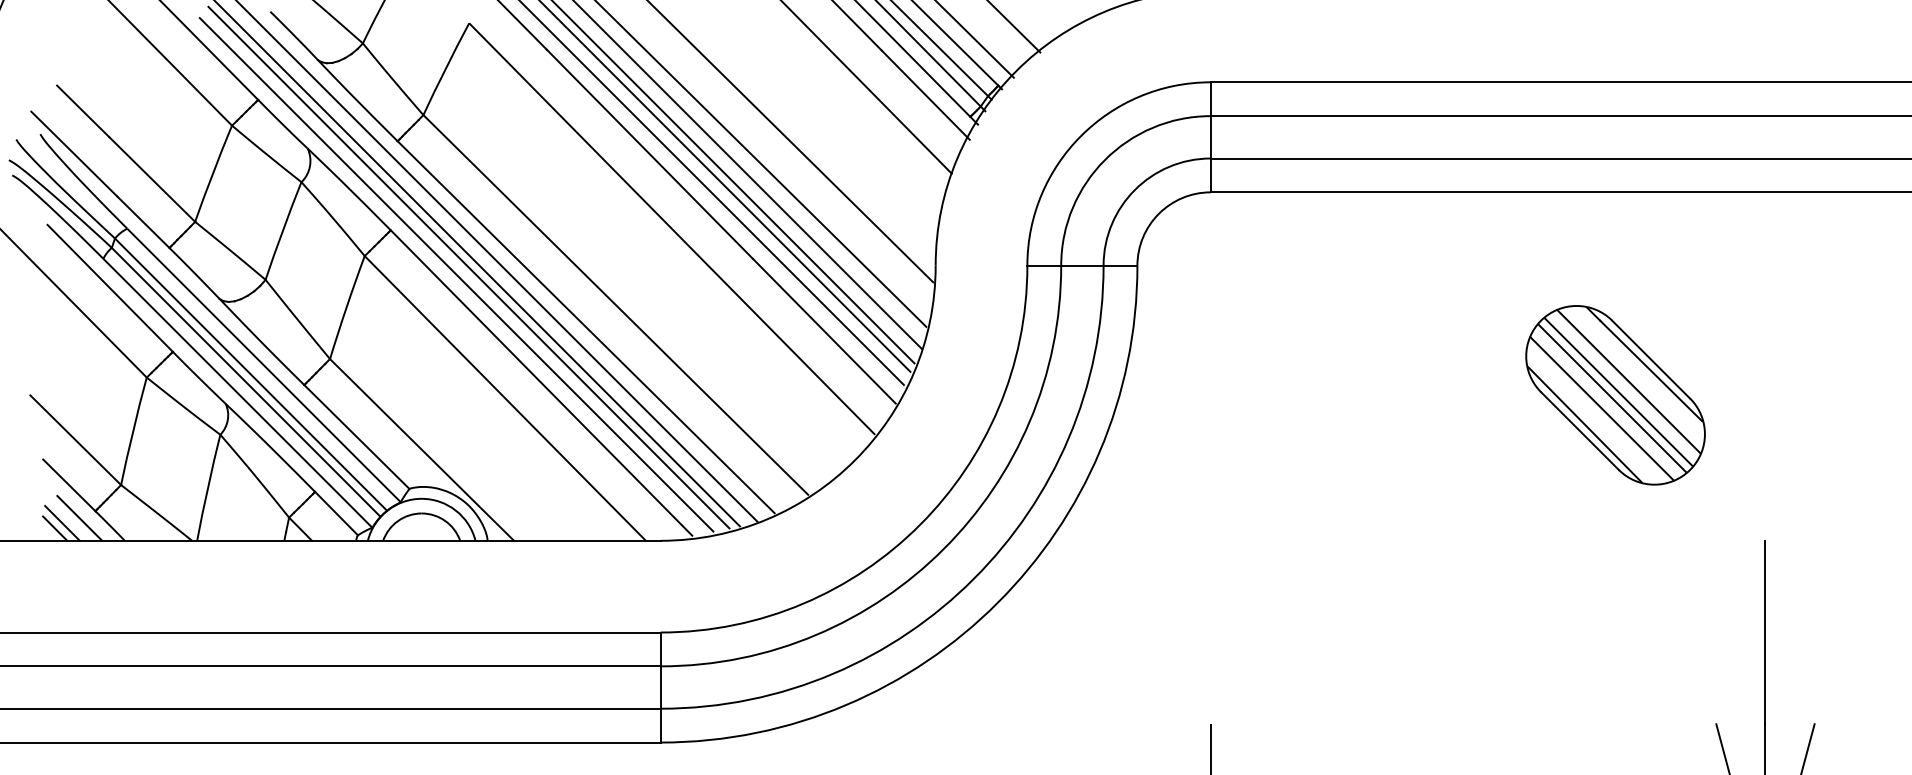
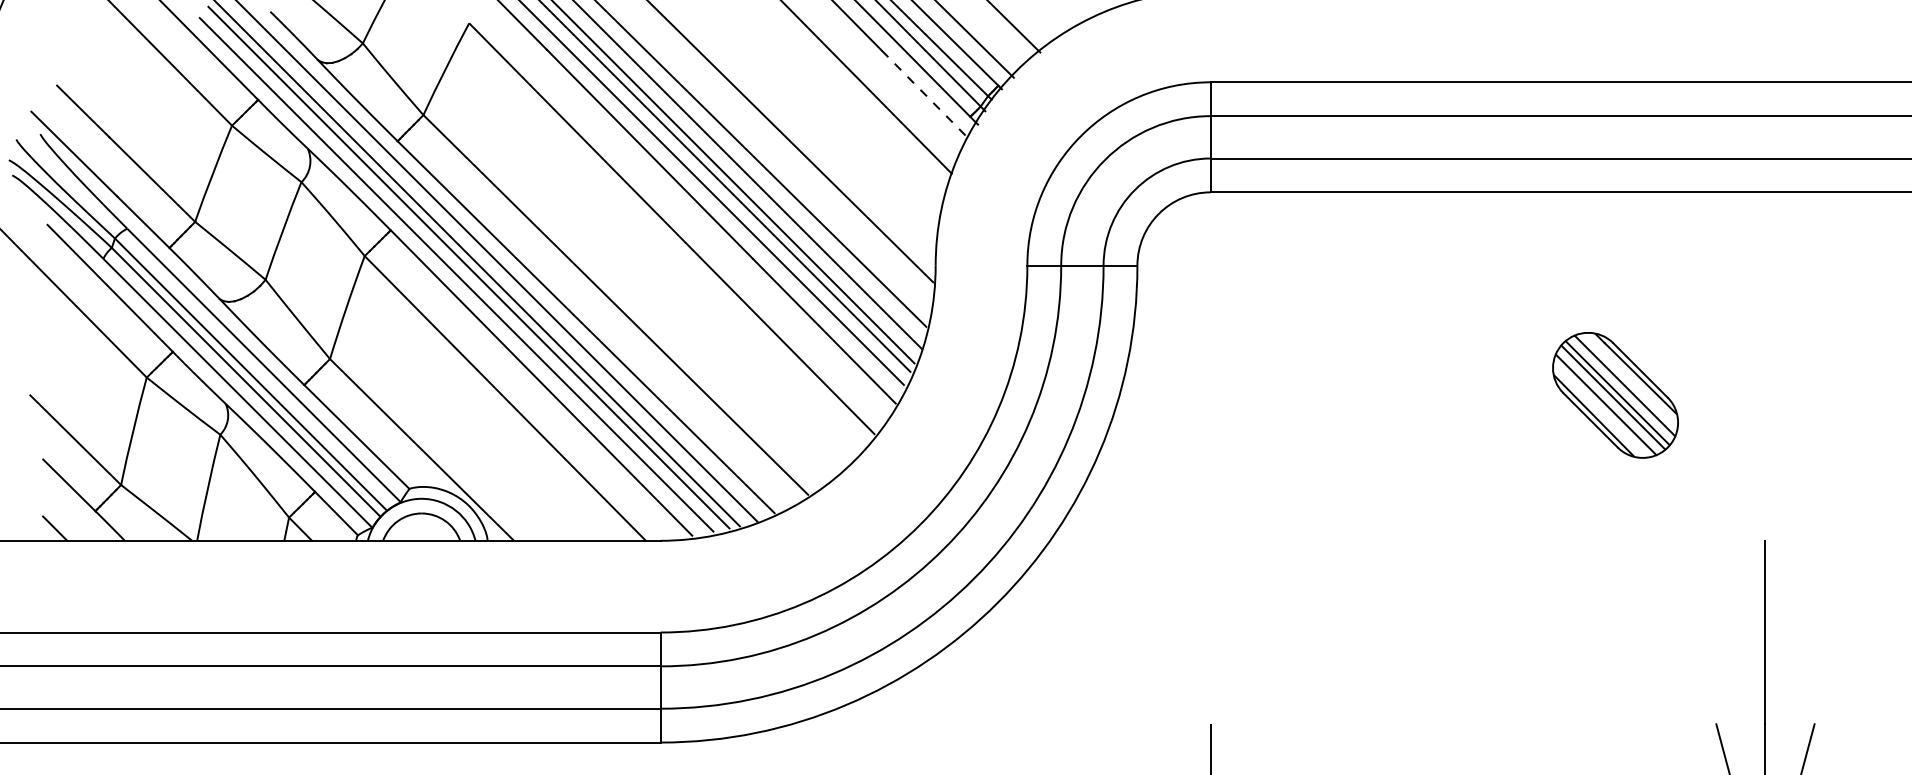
line at (925, 95): solid -> dashed
part at (1615, 395) size: 181x181 px -> 127x127 px
line at (79, 517): present -> none
line at (62, 522): present -> none
